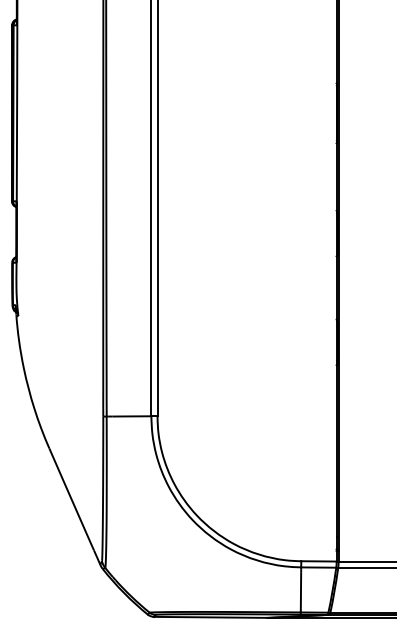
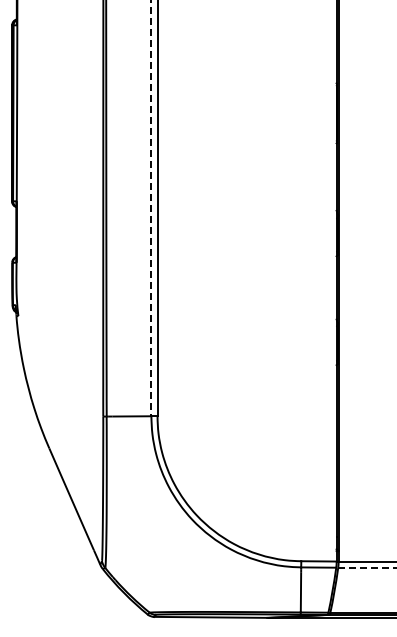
line at (151, 208): solid -> dashed
line at (367, 567): solid -> dashed
